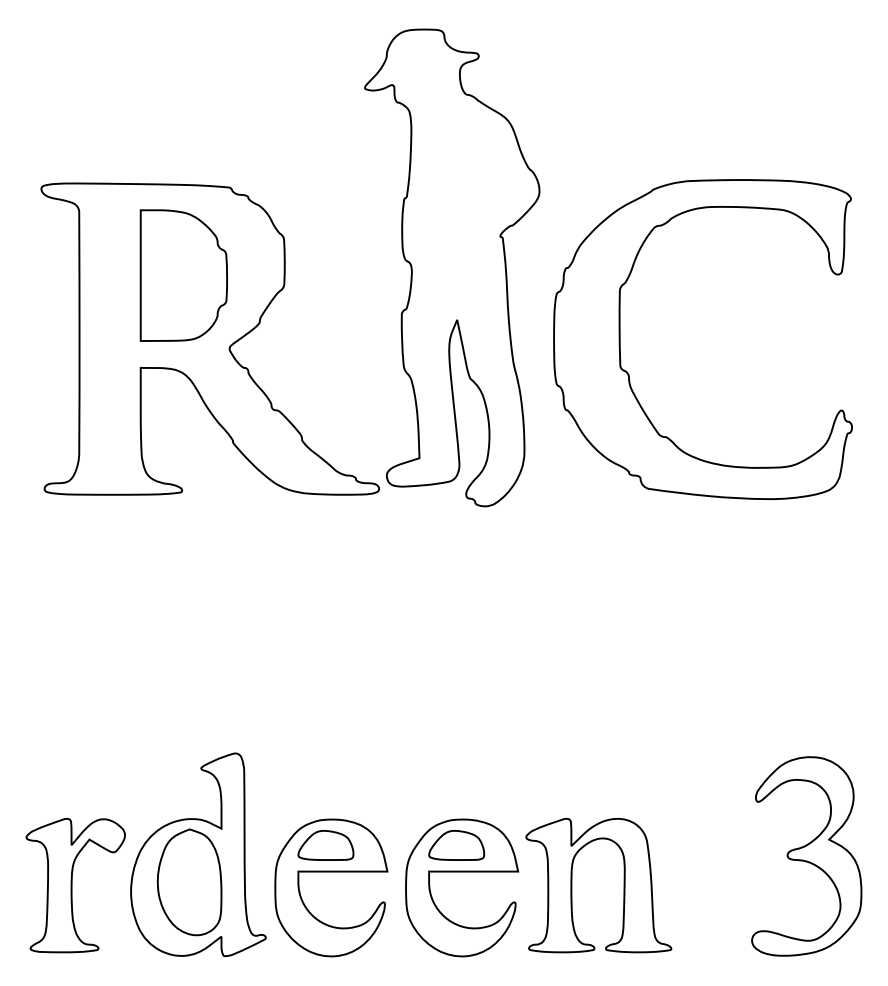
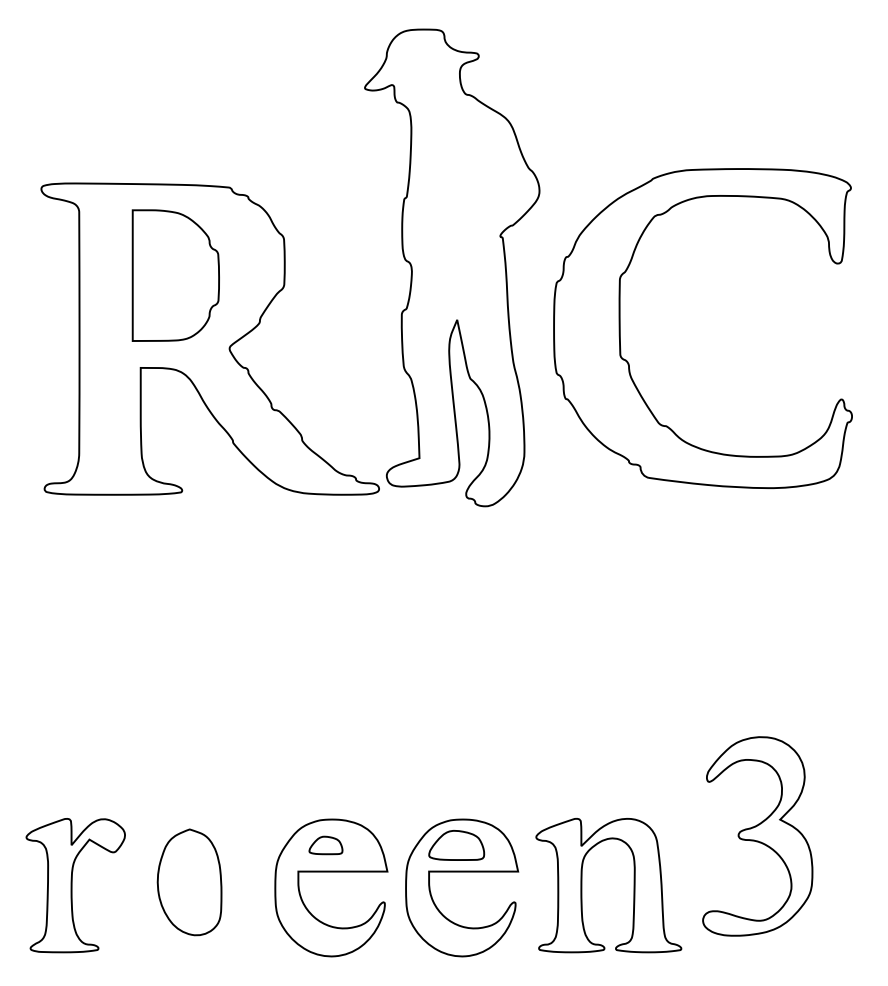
part at (183, 275) position: (183, 275) -> (175, 275)
part at (629, 374) position: (629, 374) -> (629, 363)
part at (325, 845) size: 58x31 px -> 36x21 px
part at (198, 854): present -> none
part at (806, 856) position: (806, 856) -> (757, 836)
part at (623, 885) position: (623, 885) -> (633, 885)
